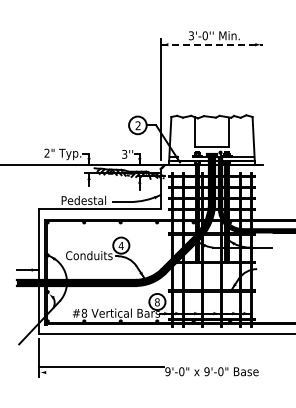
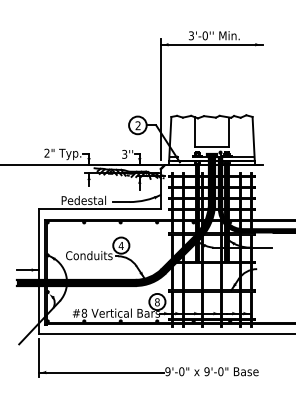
line at (211, 44): dashed -> solid
line at (100, 366) position: (100, 366) -> (100, 372)
